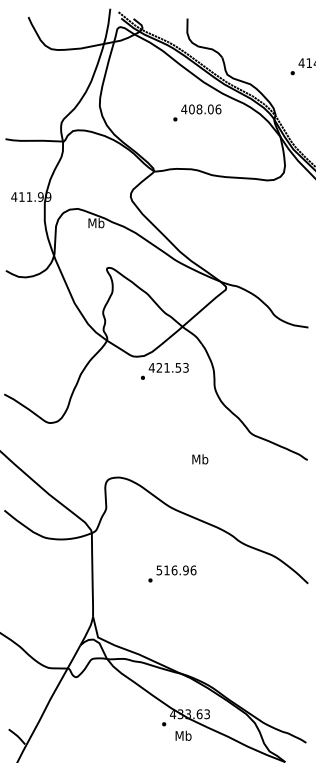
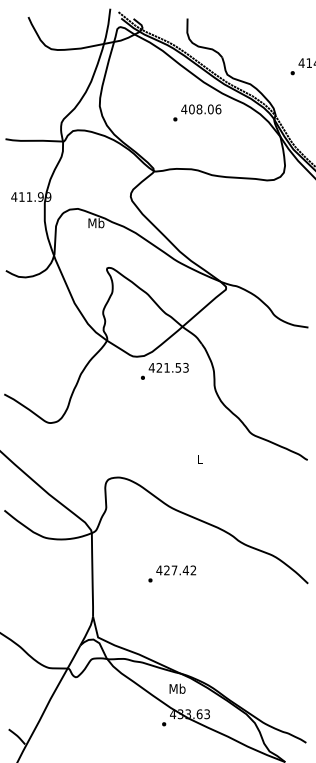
text at (200, 459): Mb -> L
text at (176, 570): 516.96 -> 427.42
text at (183, 735) position: (183, 735) -> (177, 688)
